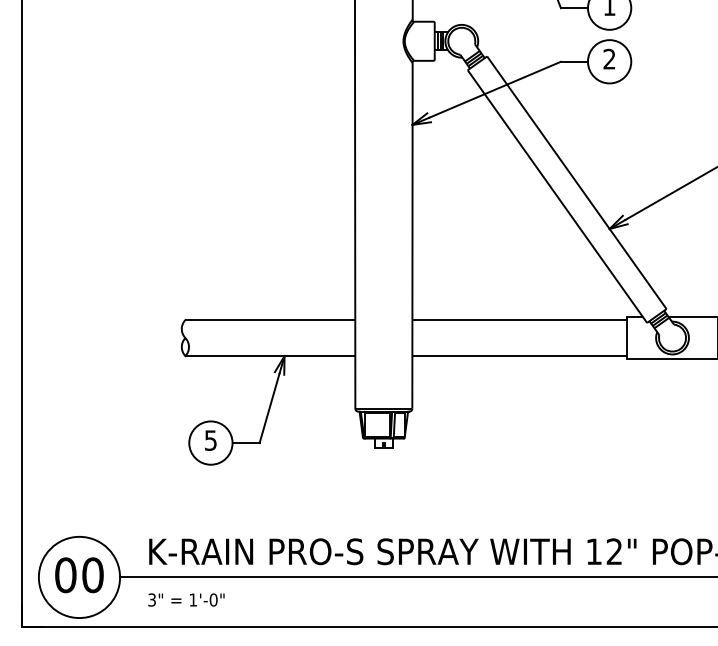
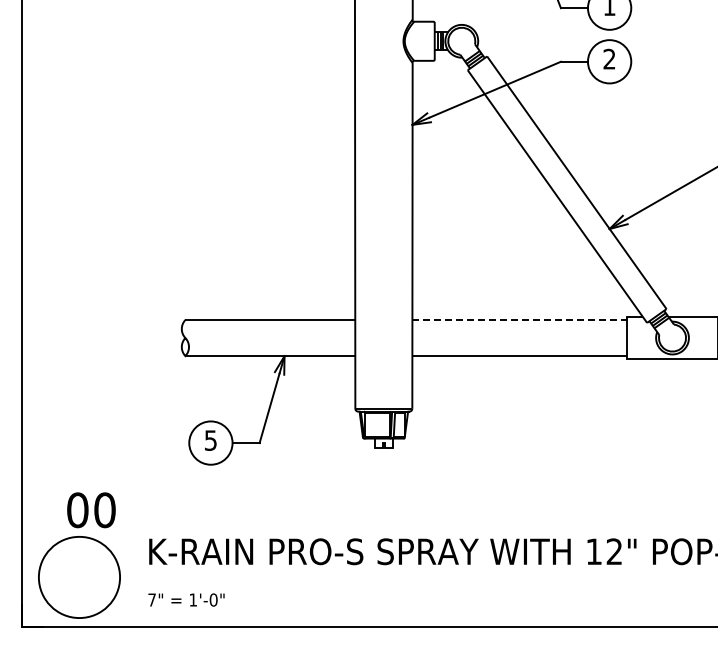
line at (519, 320): solid -> dashed
text at (79, 575) position: (79, 575) -> (91, 510)
line at (417, 577): present -> none
text at (151, 599): 3" -> 7"
